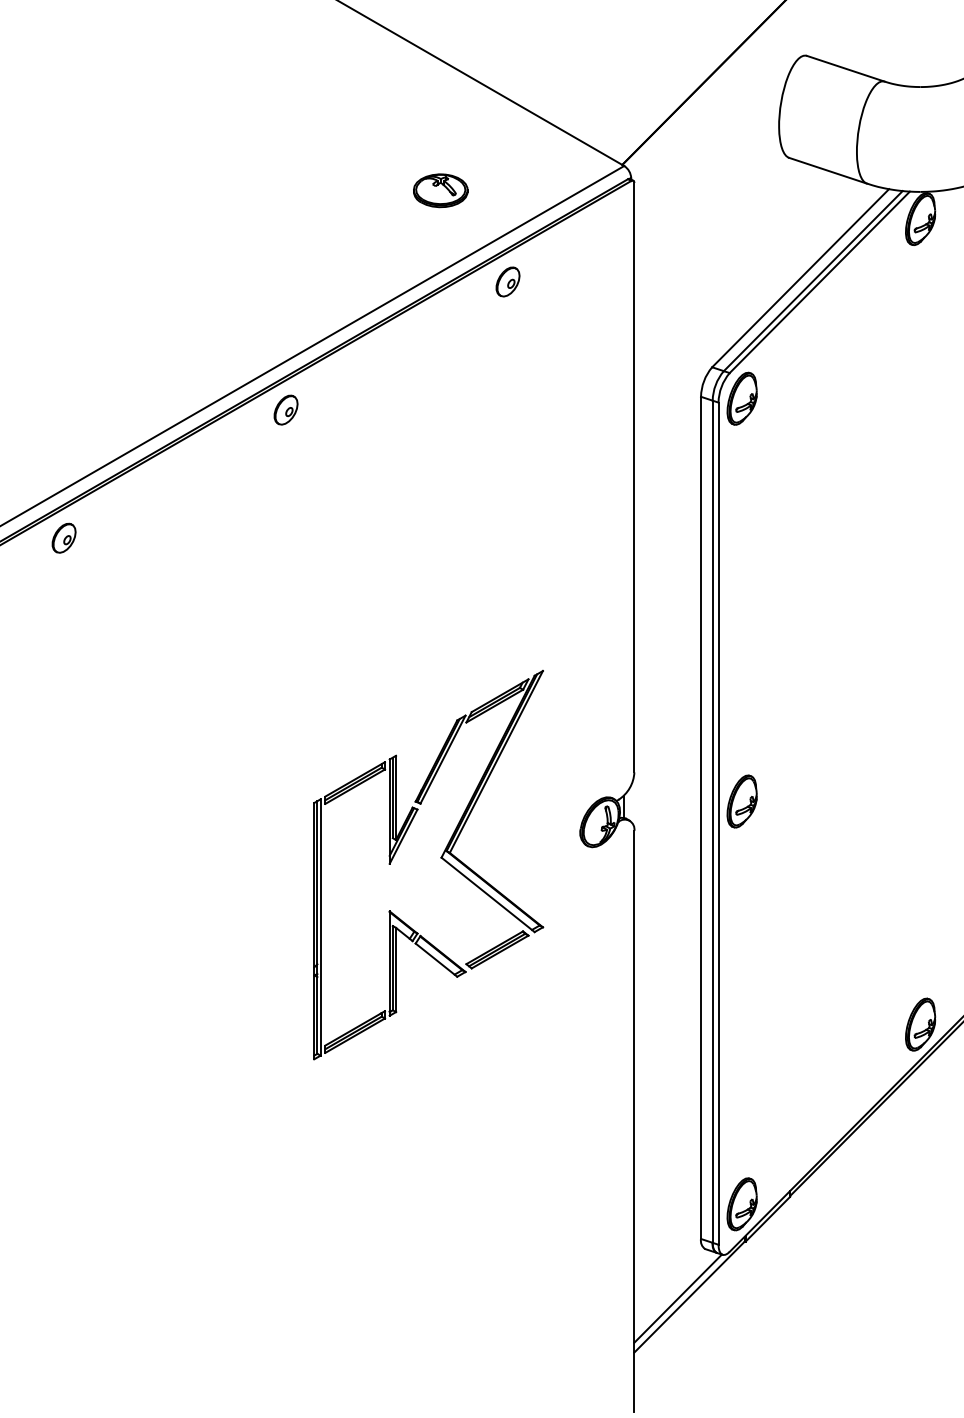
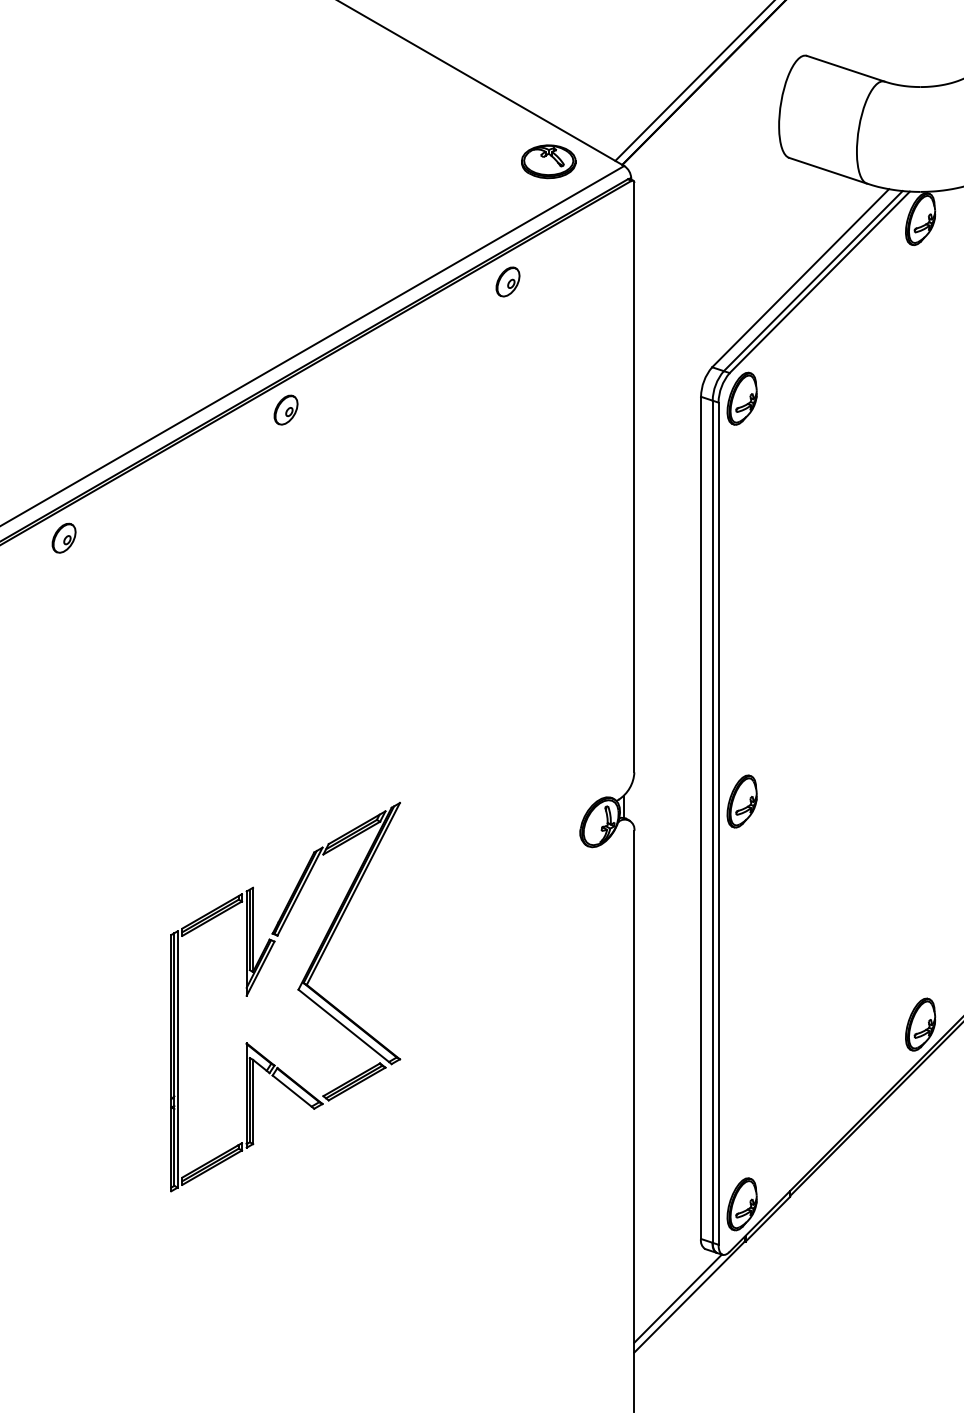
line at (693, 81): none -> present
part at (440, 190) position: (440, 190) -> (548, 161)
part at (440, 858) position: (440, 858) -> (297, 990)
